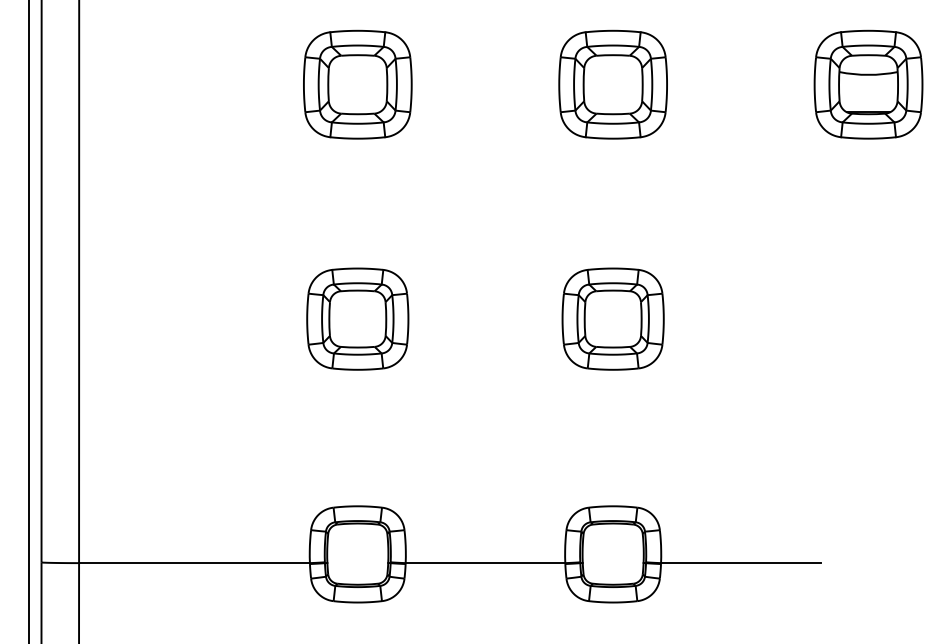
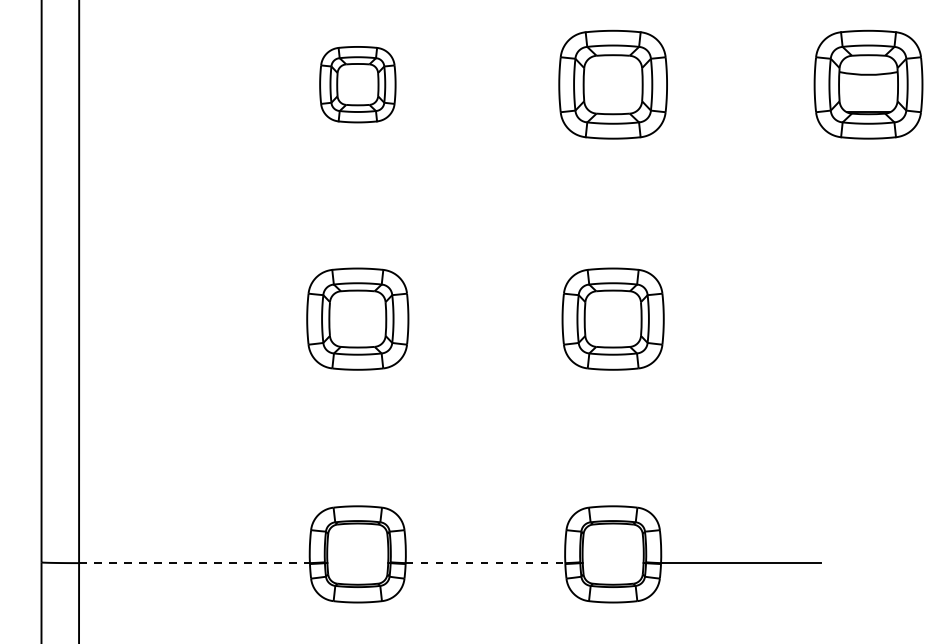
part at (357, 84) size: 110x111 px -> 78x78 px
line at (28, 321): present -> none
line at (195, 563): solid -> dashed
line at (485, 563): solid -> dashed
